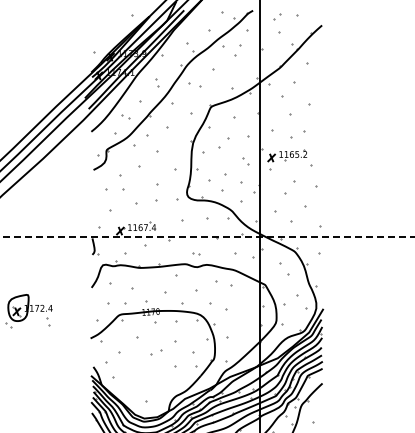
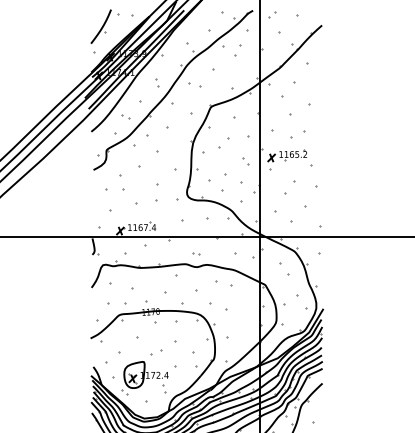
part at (277, 16) position: (277, 16) -> (272, 14)
part at (104, 26): none -> present
line at (207, 236): dashed -> solid
part at (28, 311) position: (28, 311) -> (144, 378)
